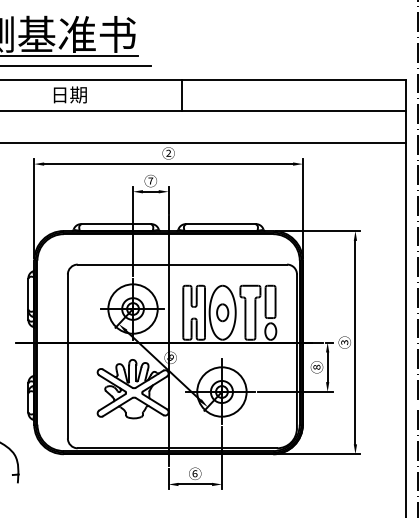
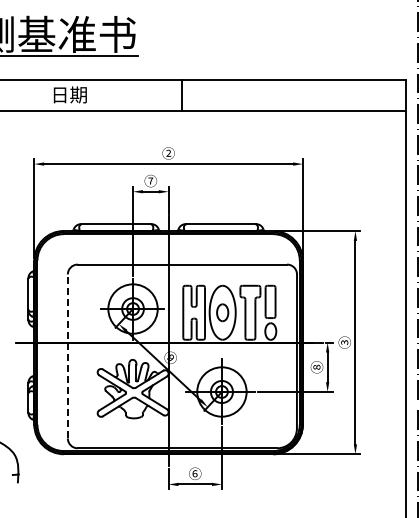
line at (76, 66): present -> none
line at (204, 142): present -> none
line at (67, 356): solid -> dashed
